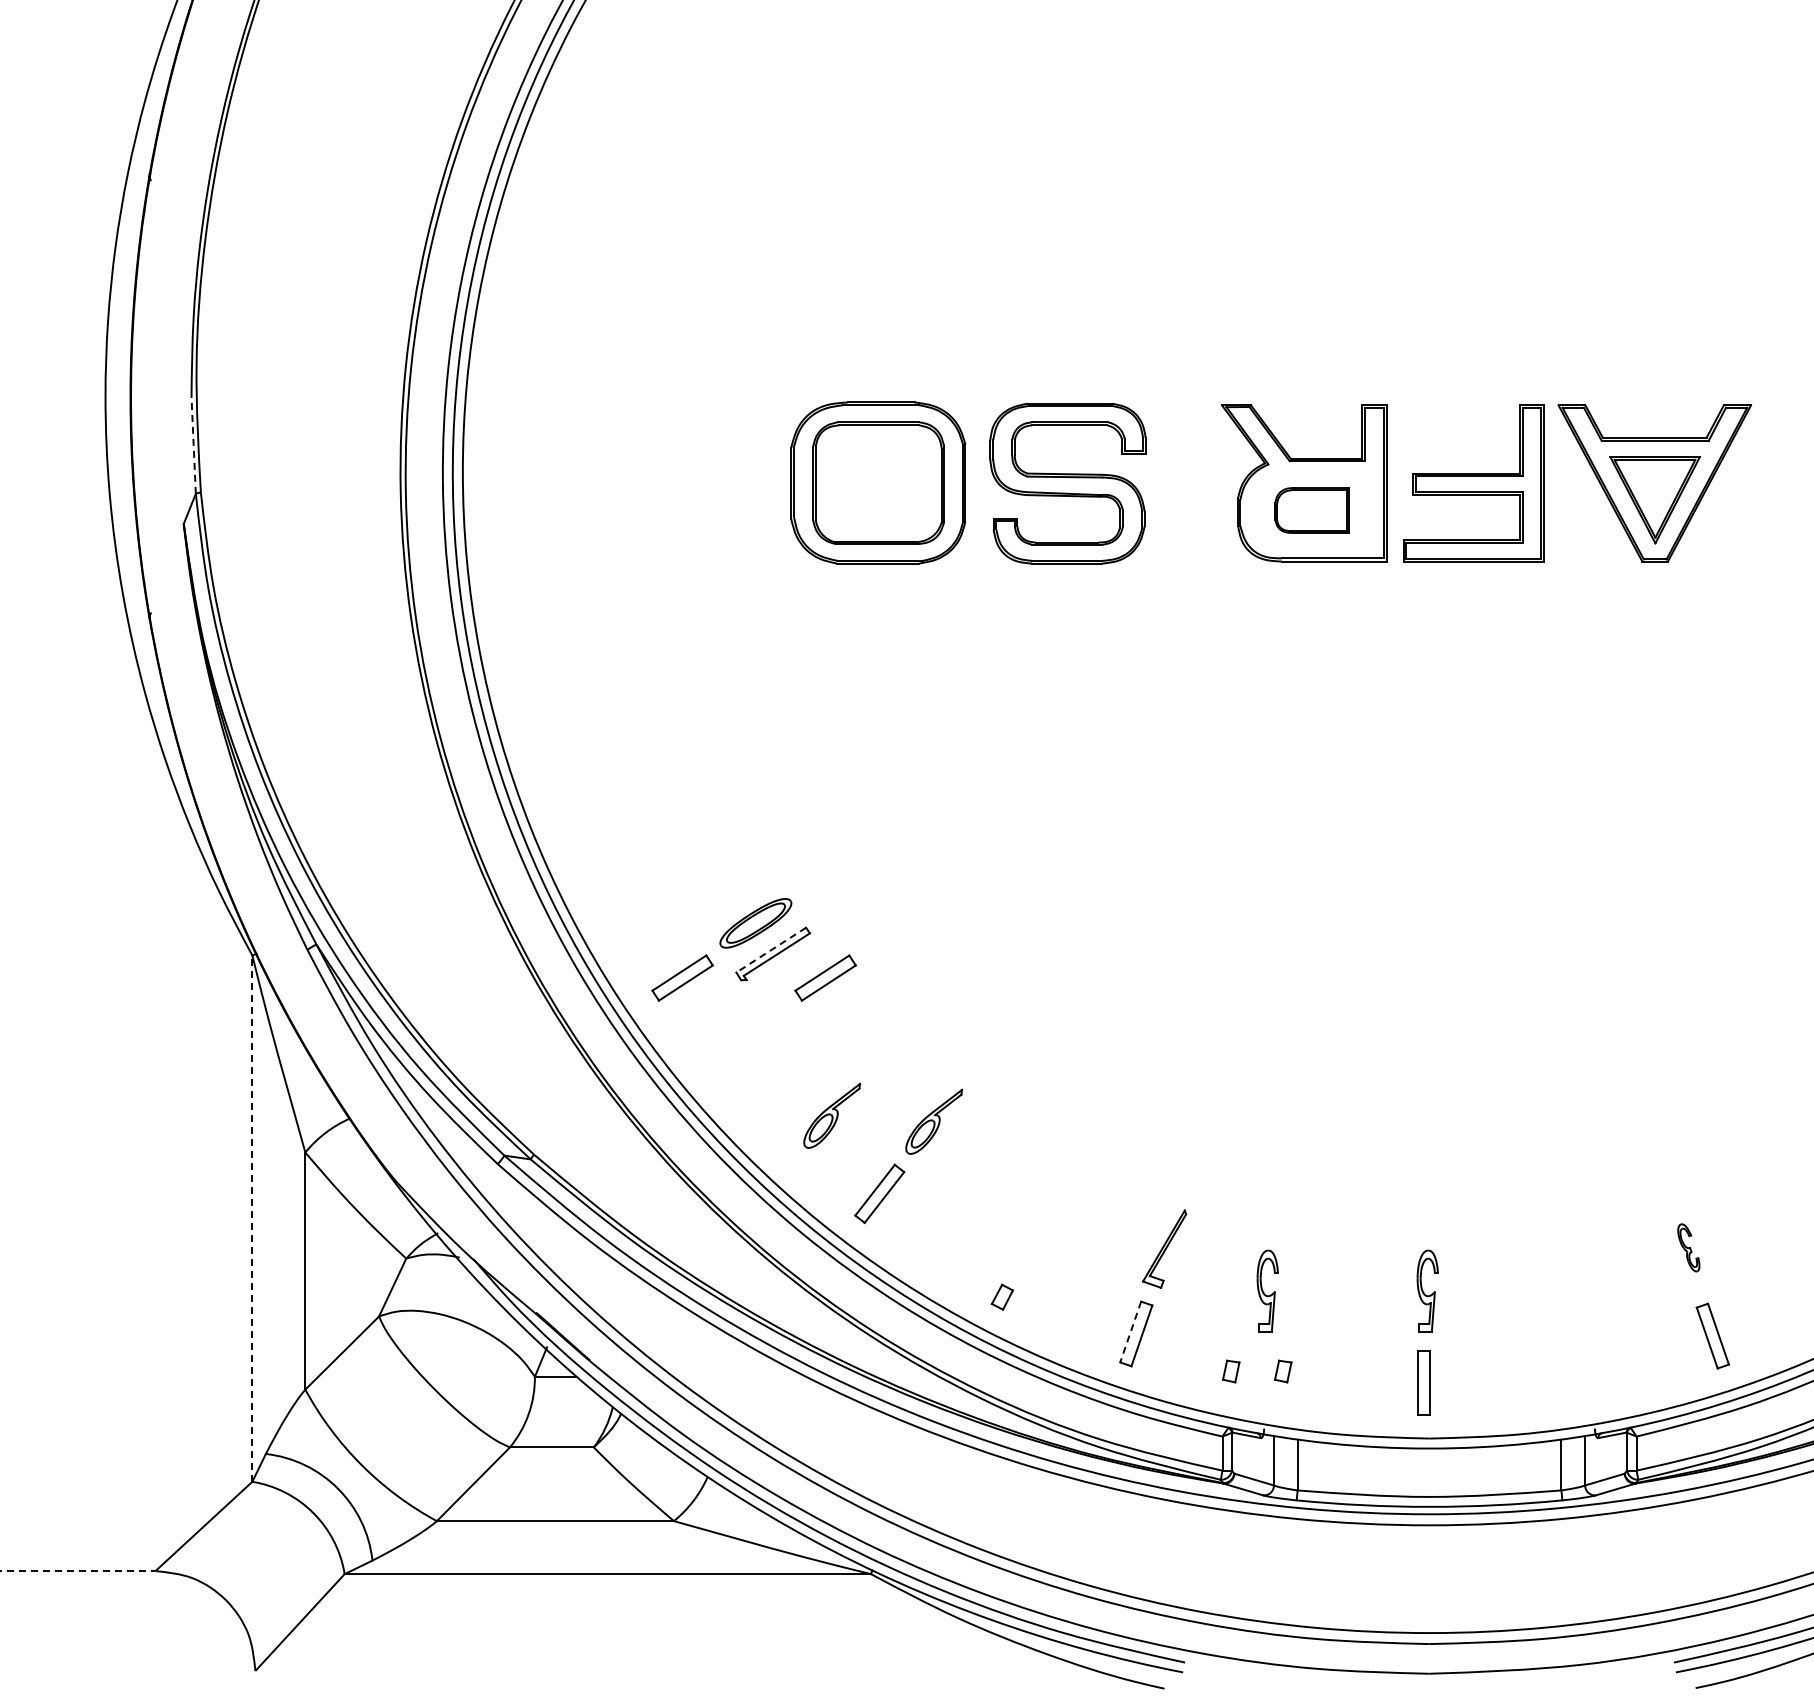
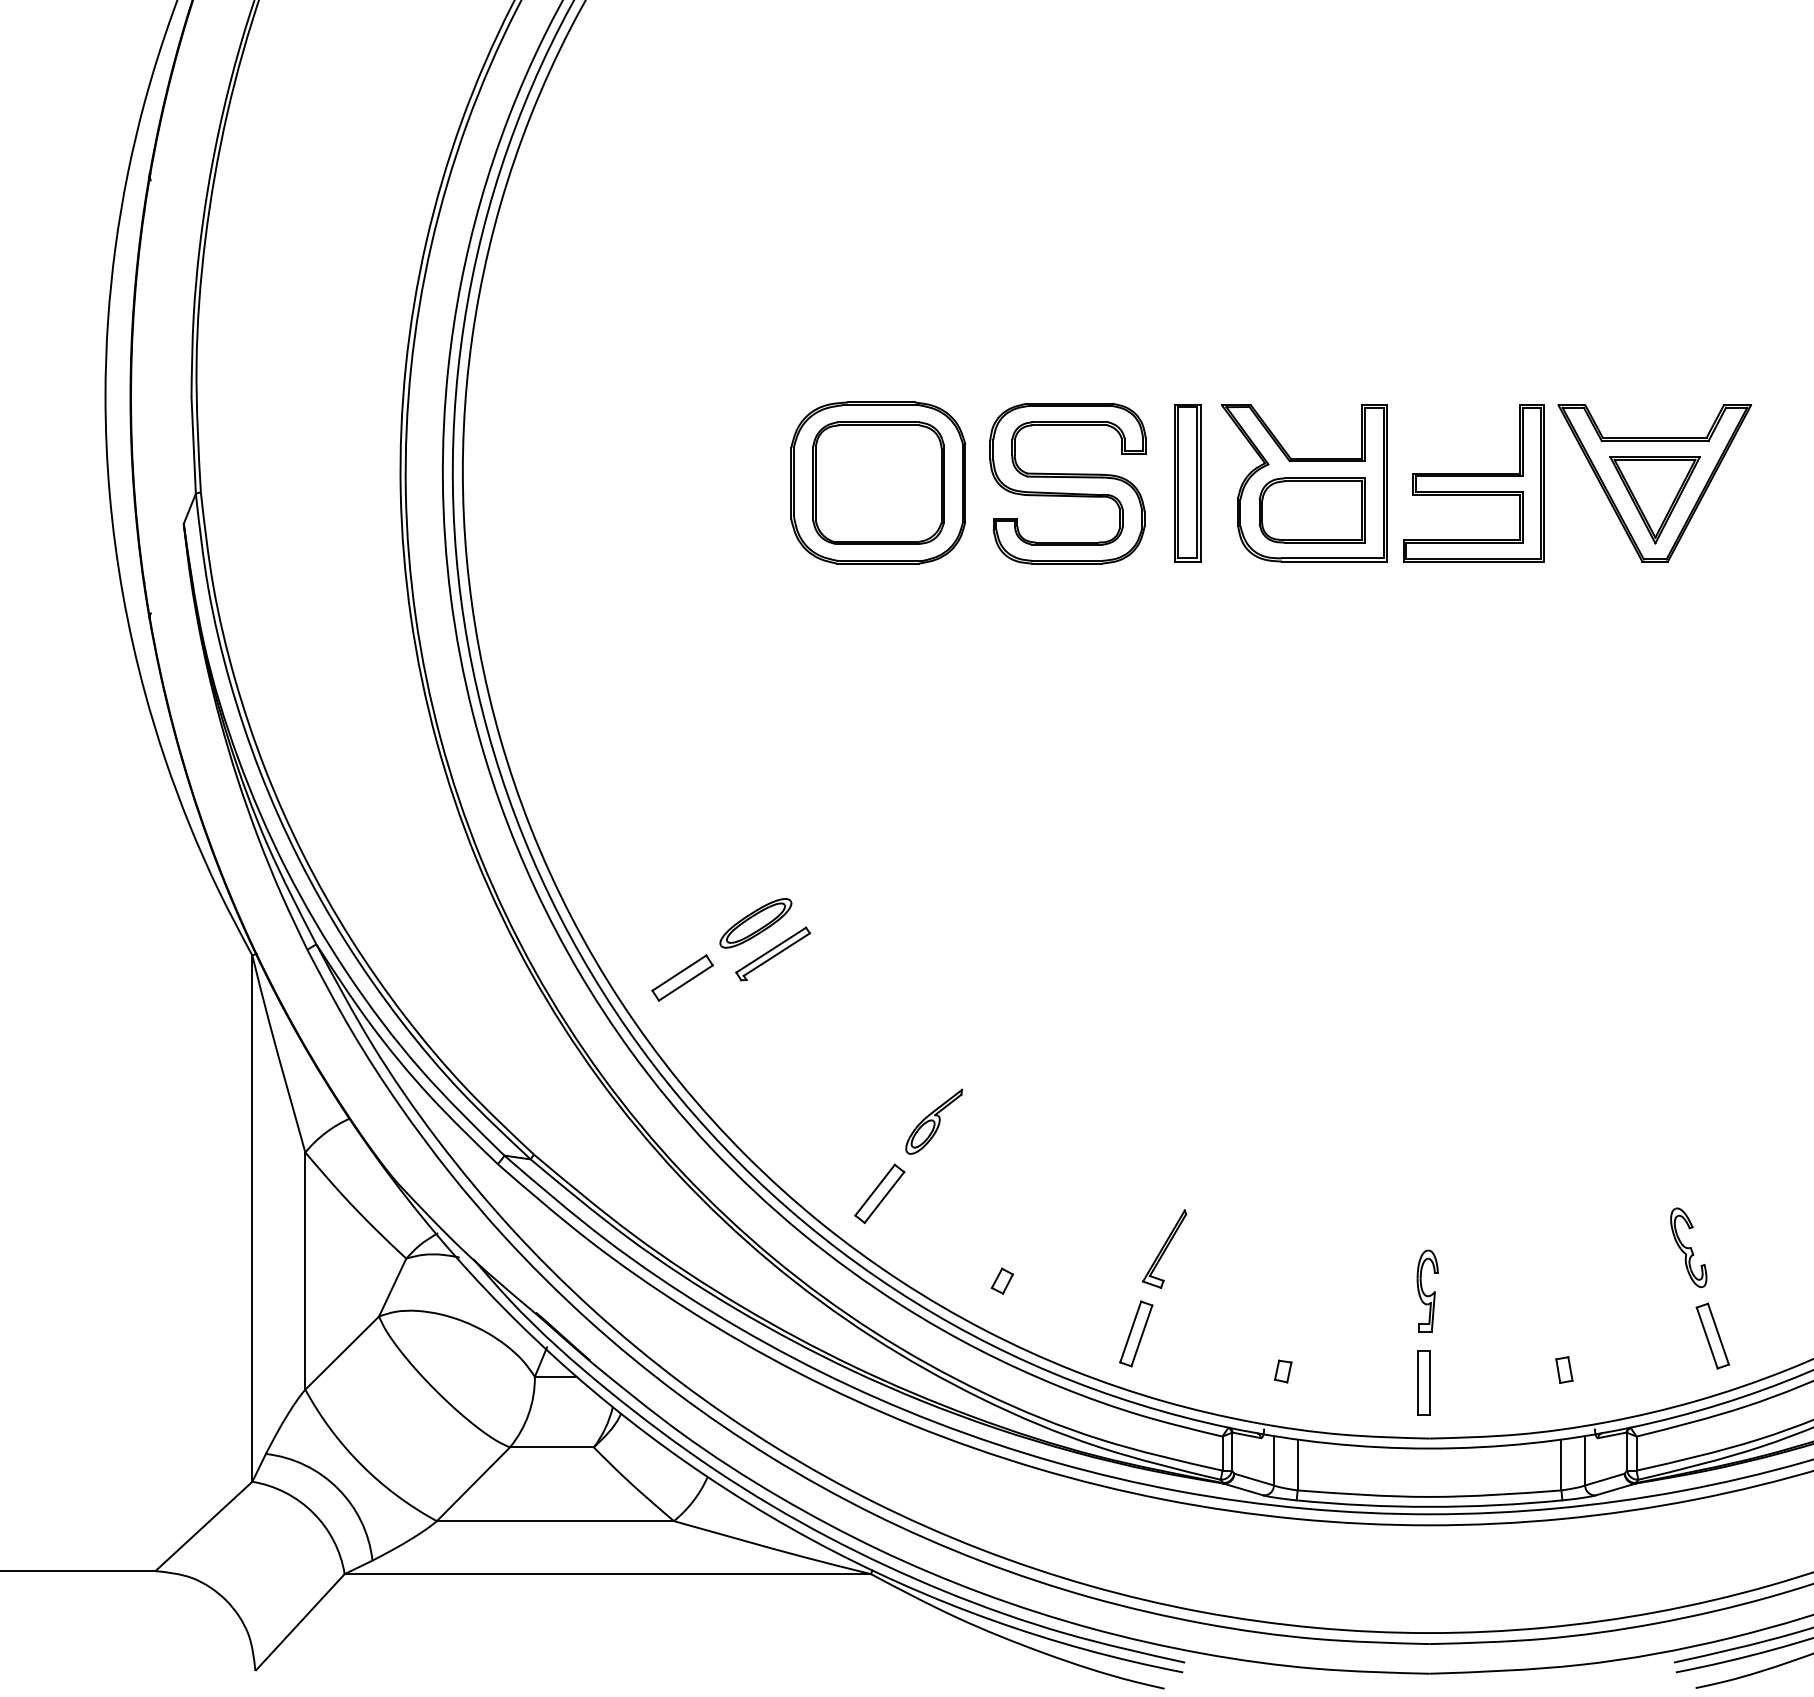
line at (193, 444): dashed -> solid
part at (1187, 483): none -> present
part at (1311, 510) size: 76x47 px -> 108x67 px
line at (770, 950): dashed -> solid
part at (825, 977): present -> none
part at (832, 1115): present -> none
line at (252, 1218): dashed -> solid
part at (1688, 1247) size: 24x50 px -> 38x82 px
part at (1267, 1290): present -> none
part at (1001, 1296) position: (1001, 1296) -> (1001, 1280)
line at (1130, 1332): dashed -> solid
part at (1564, 1369): none -> present
part at (1231, 1371): present -> none
line at (77, 1571): dashed -> solid
